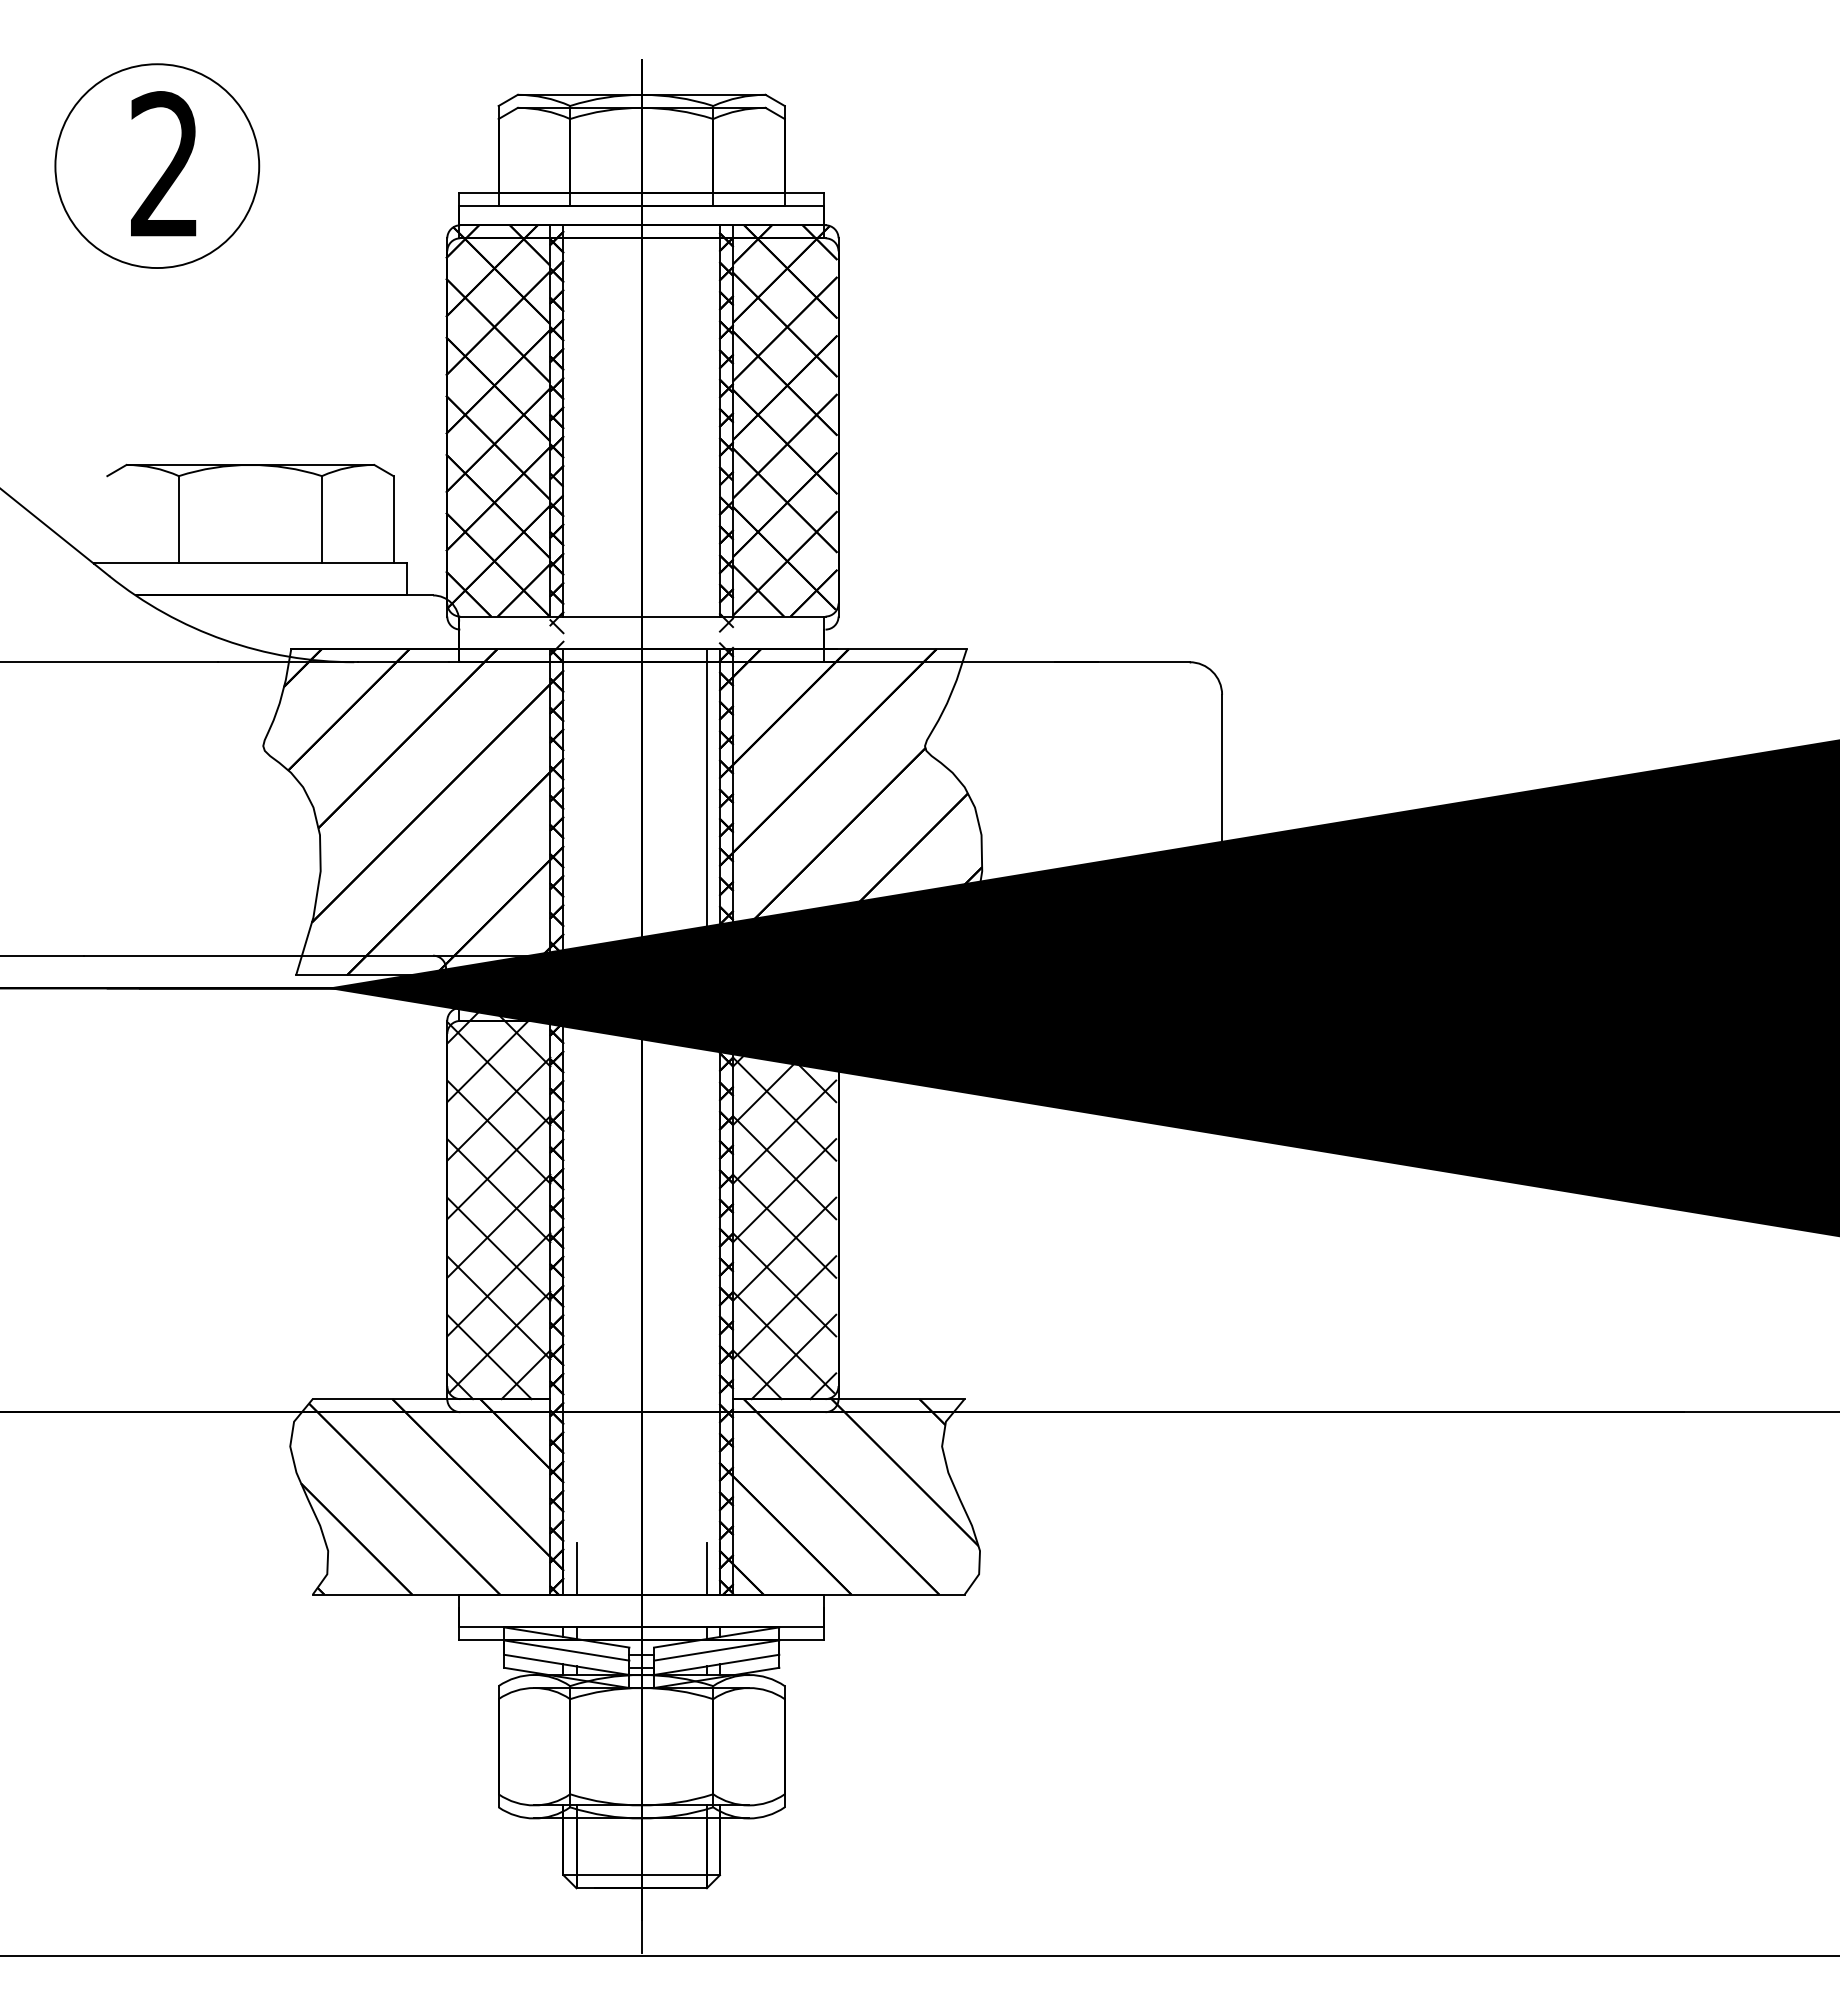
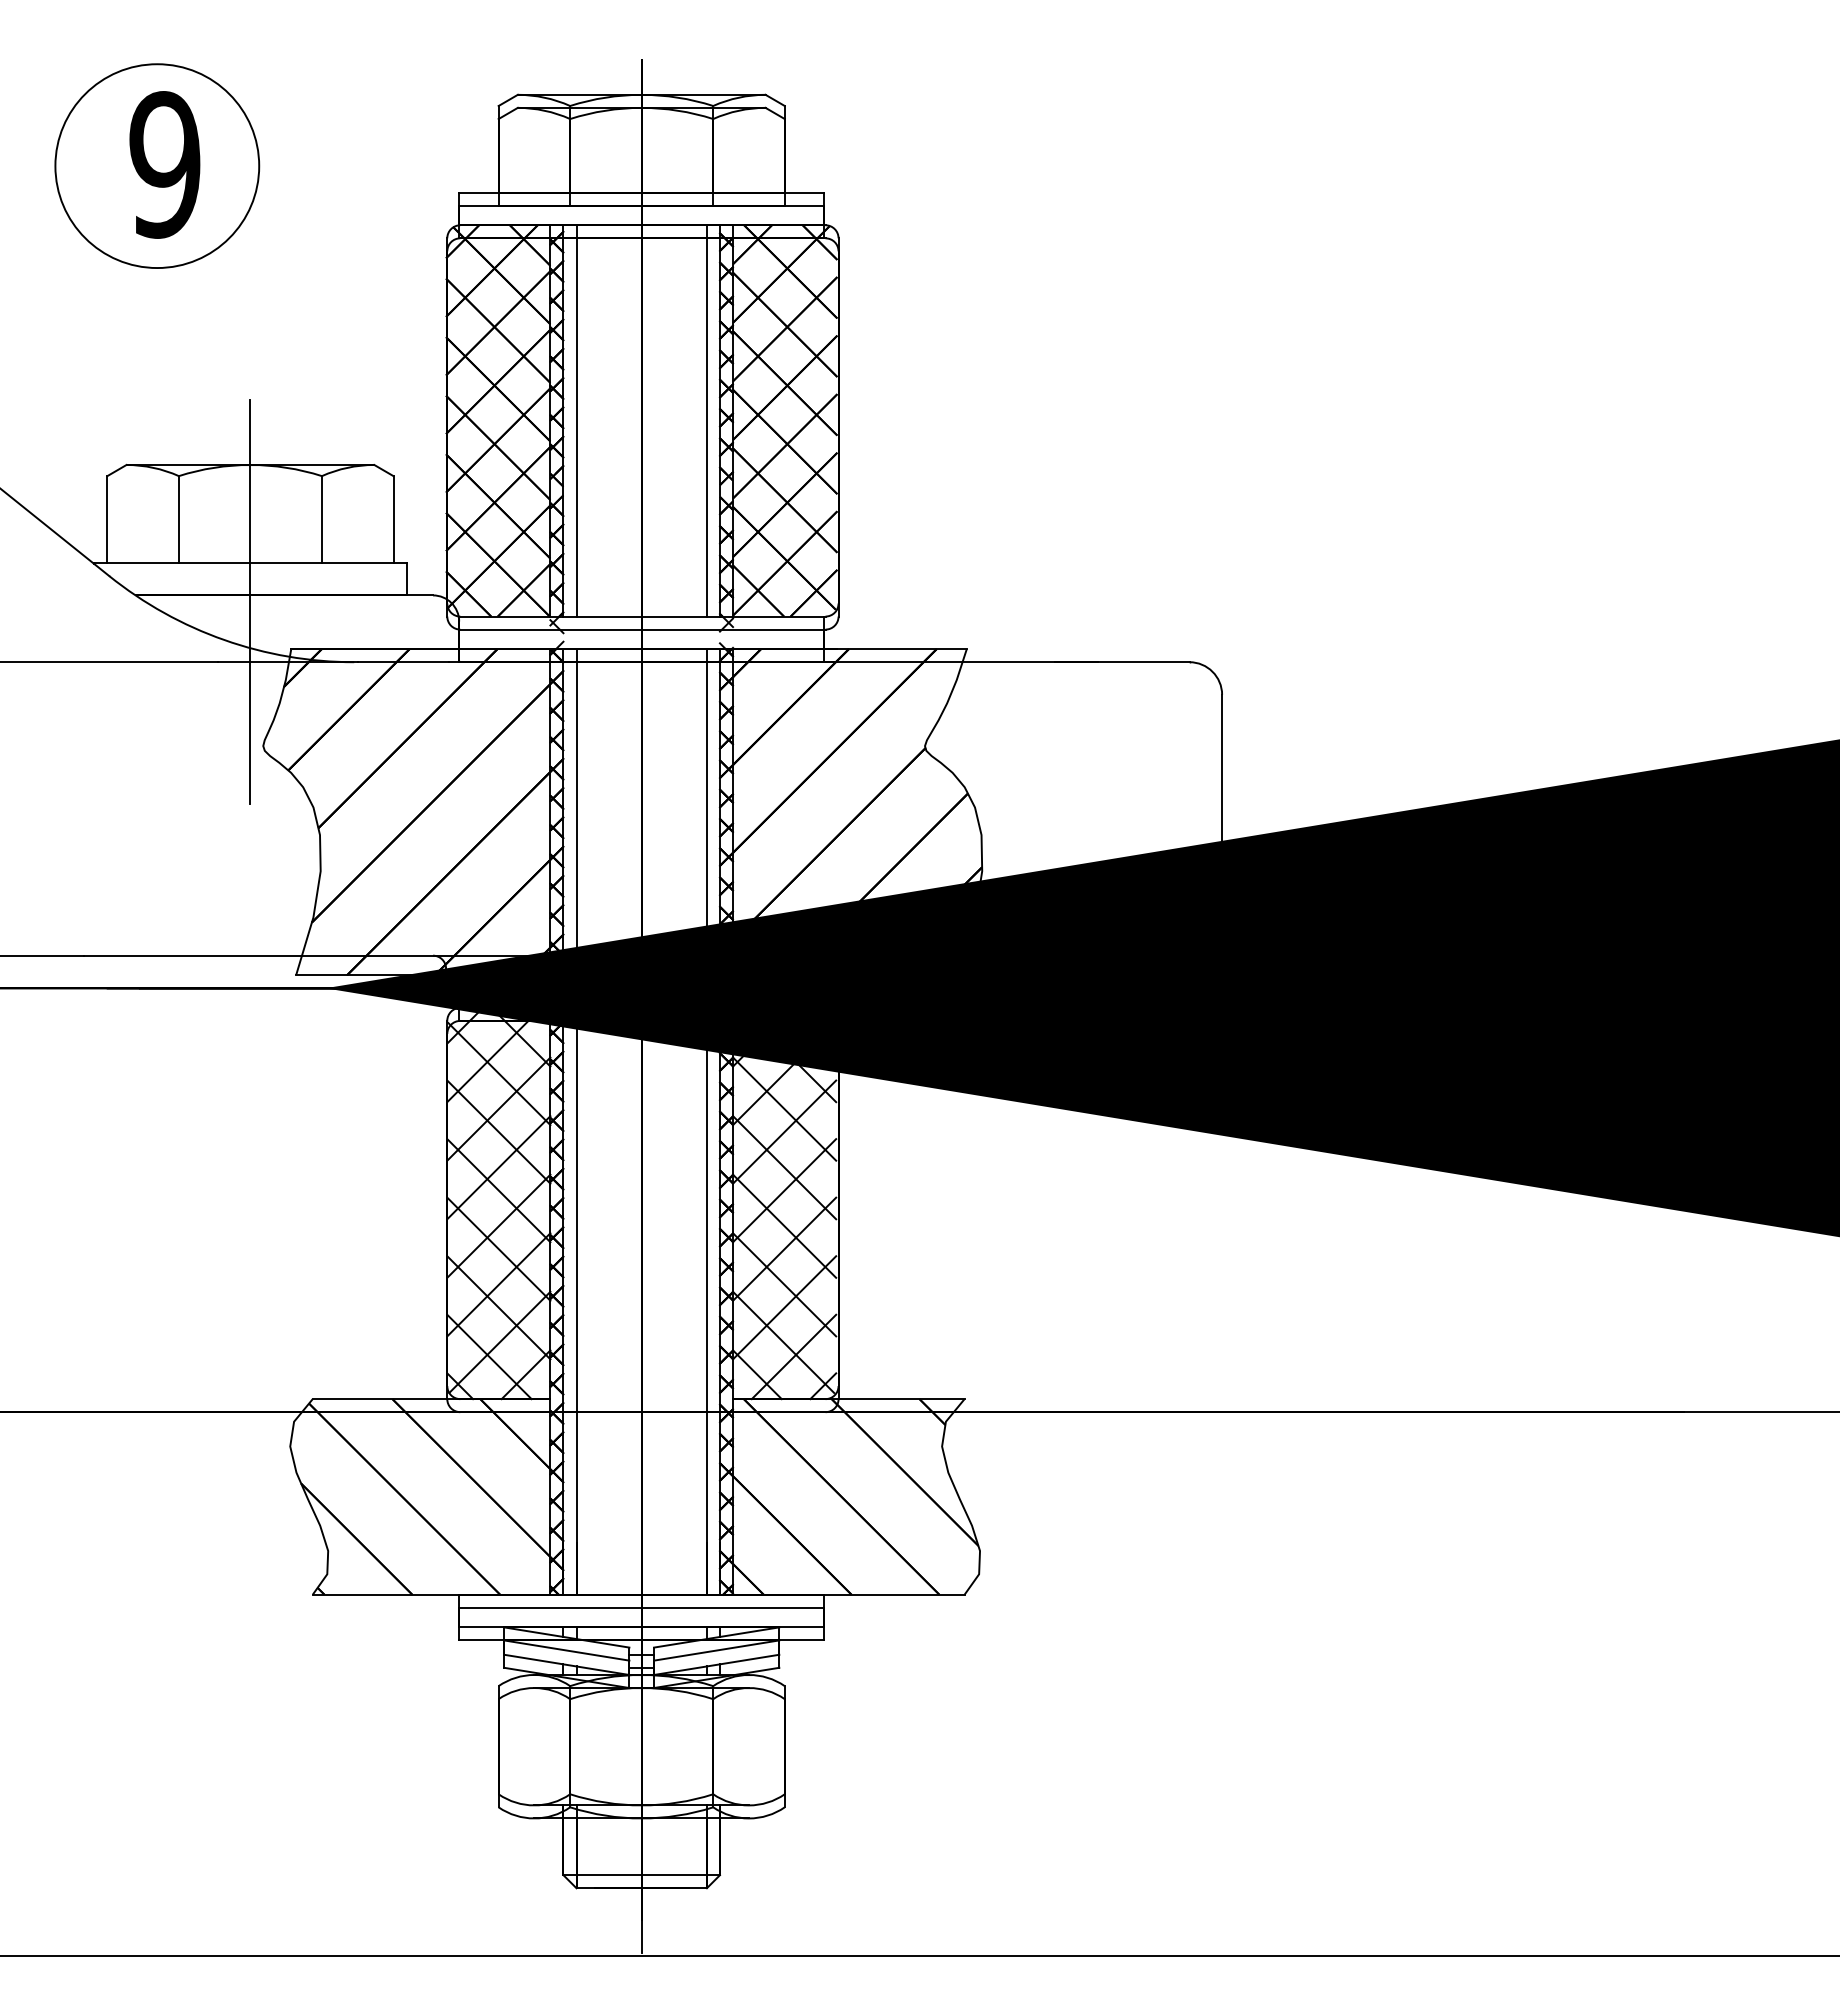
text at (164, 164): 2 -> 9
line at (576, 420): none -> present
line at (706, 420): none -> present
line at (107, 519): none -> present
line at (250, 601): none -> present
line at (642, 629): none -> present
line at (576, 812): none -> present
line at (576, 1300): none -> present
line at (706, 1300): none -> present
line at (641, 1607): none -> present
